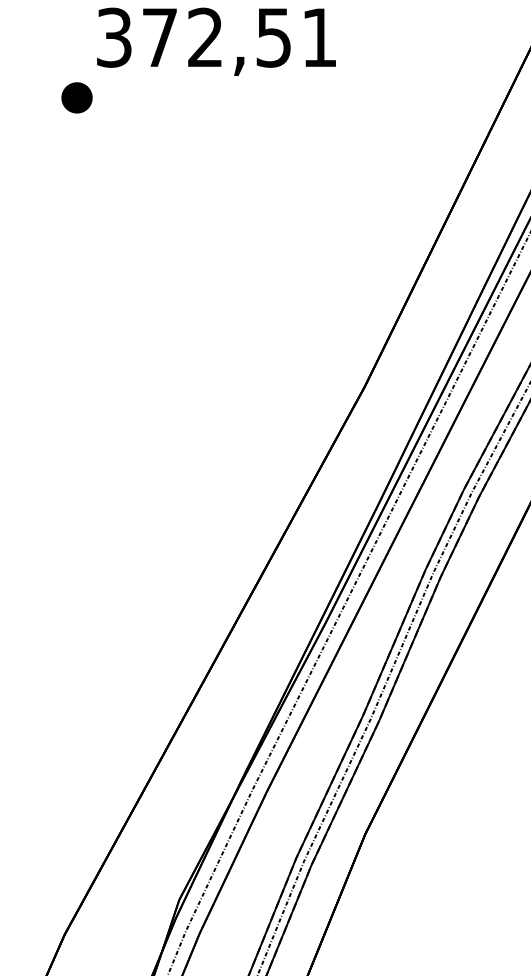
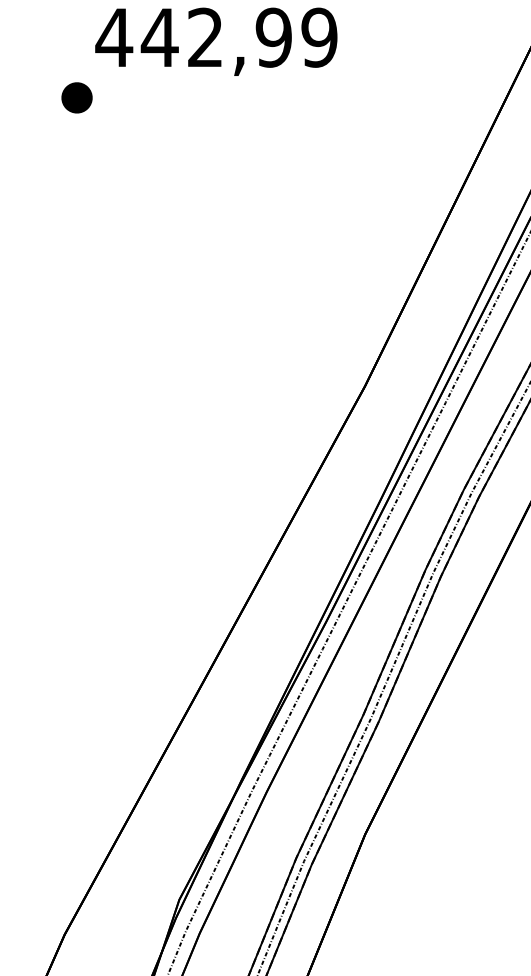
text at (216, 37): 372,51 -> 442,99
